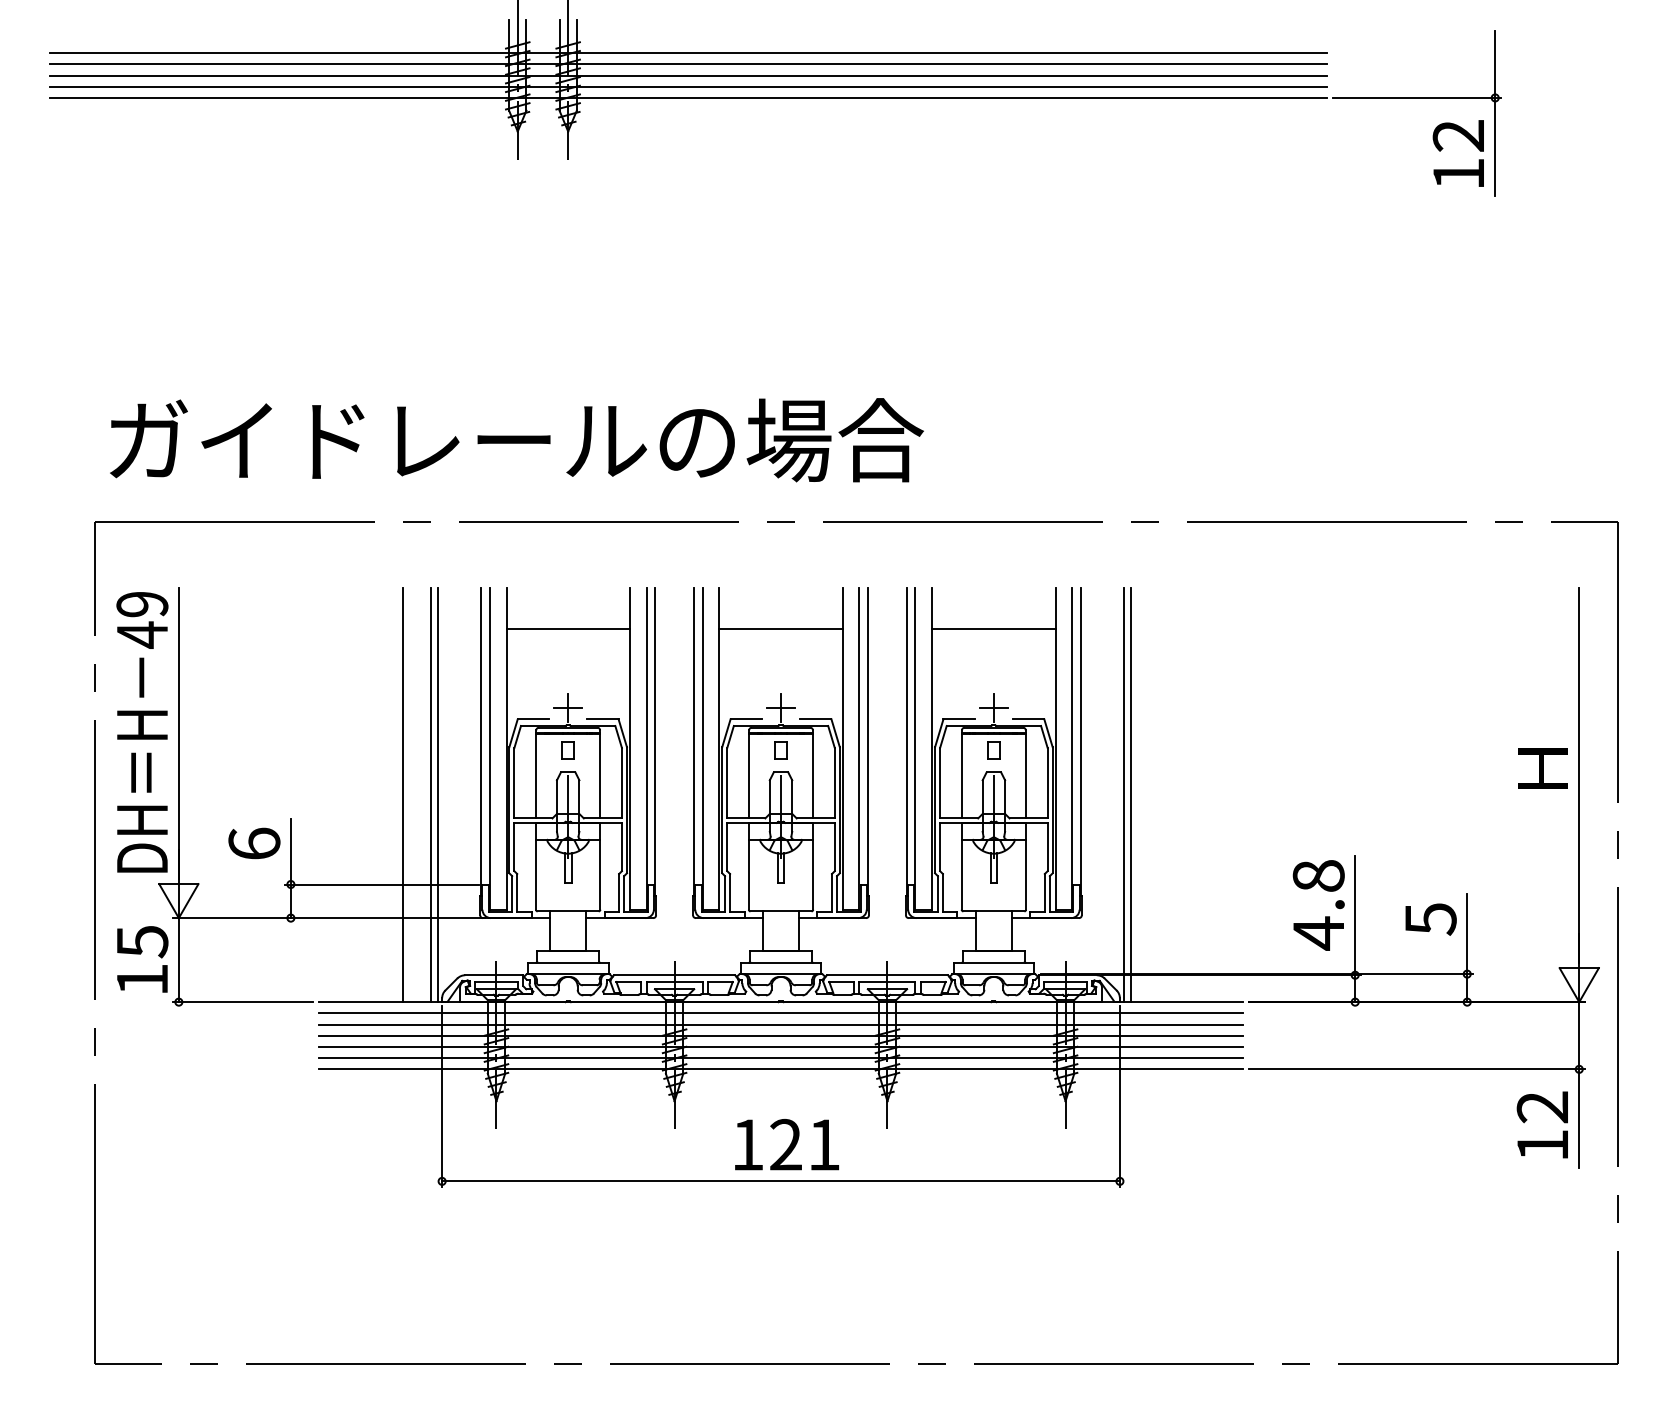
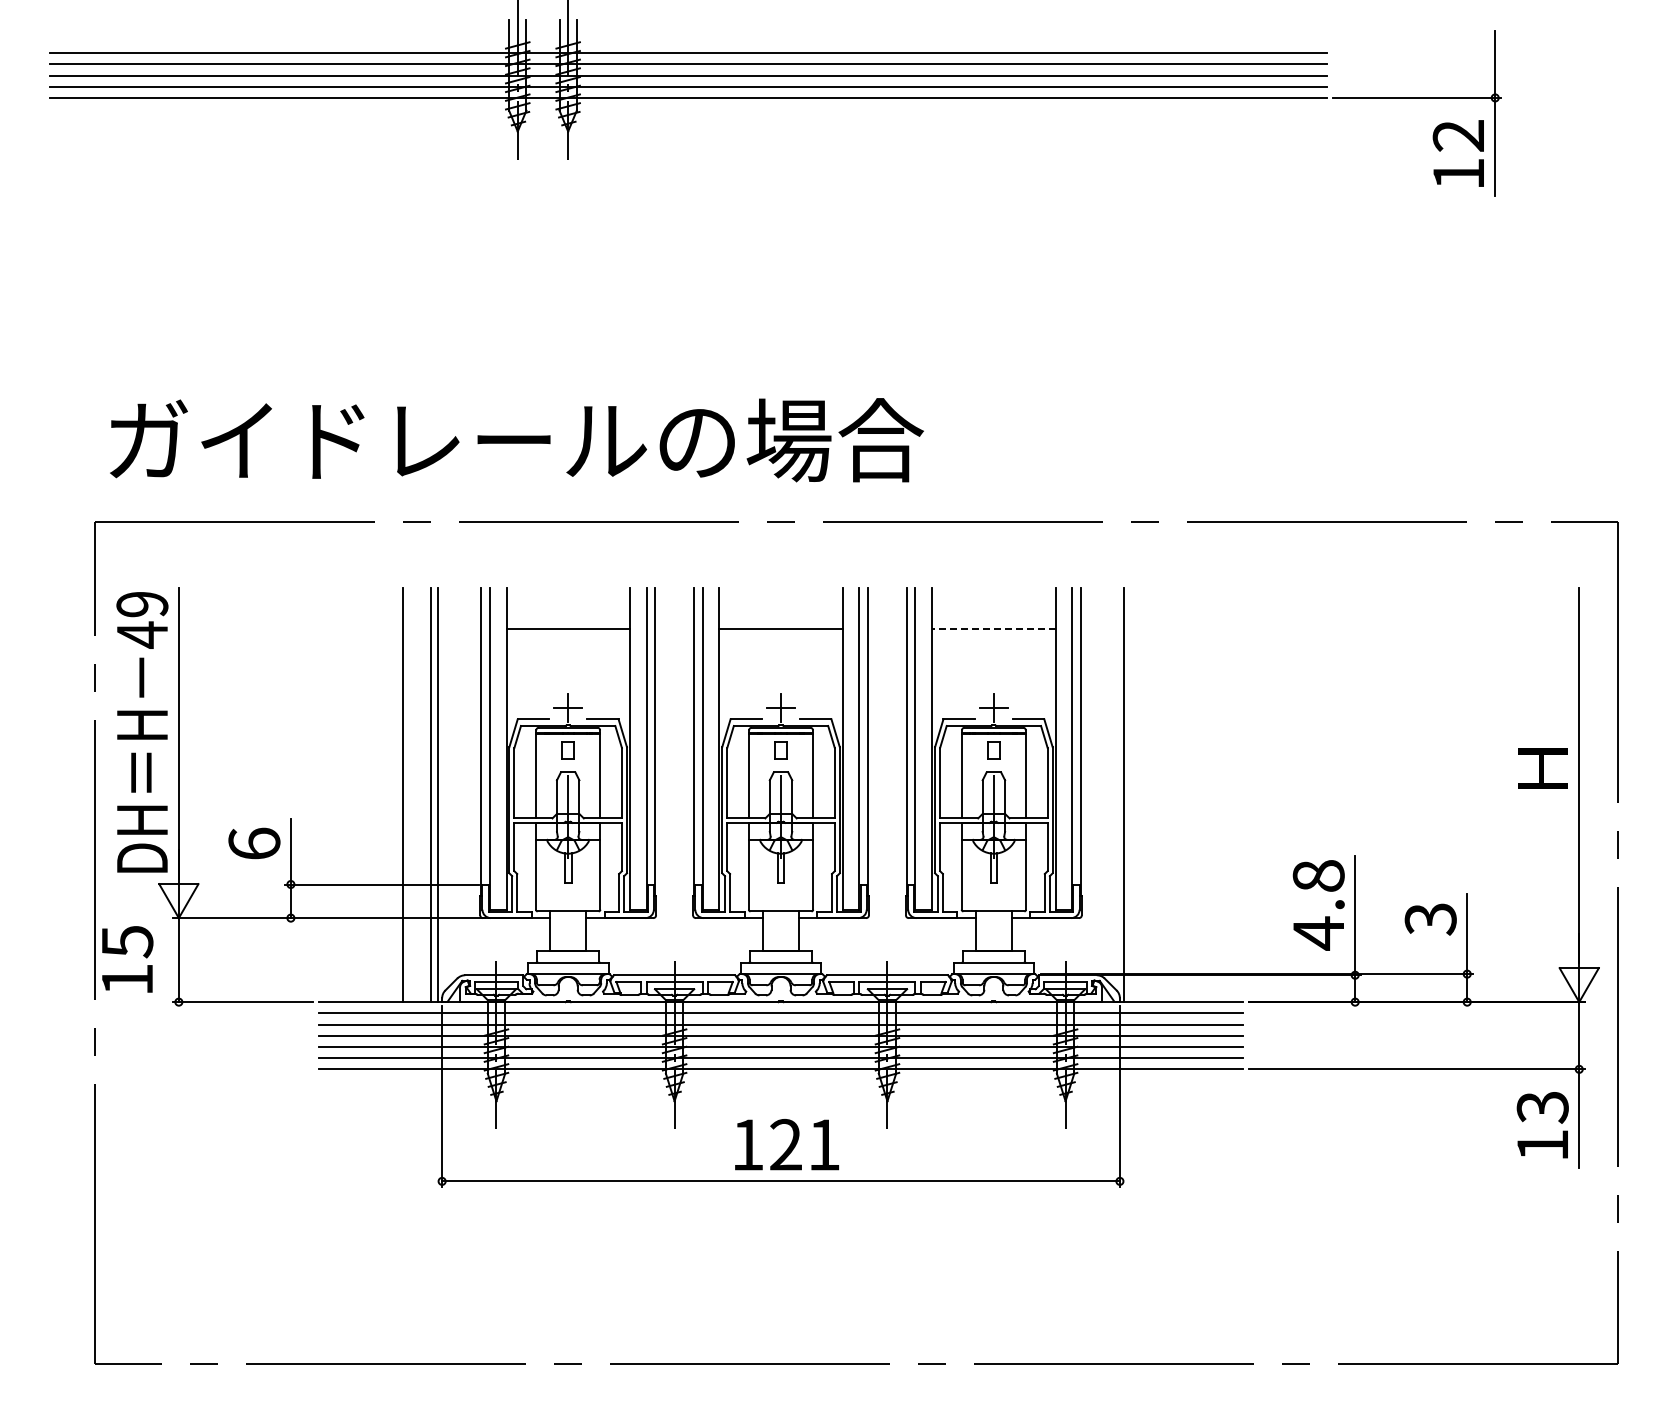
line at (993, 629): solid -> dashed
line at (1131, 794): present -> none
text at (1430, 919): 5 -> 3
text at (142, 959) position: (142, 959) -> (127, 959)
text at (1542, 1107): 12 -> 13
